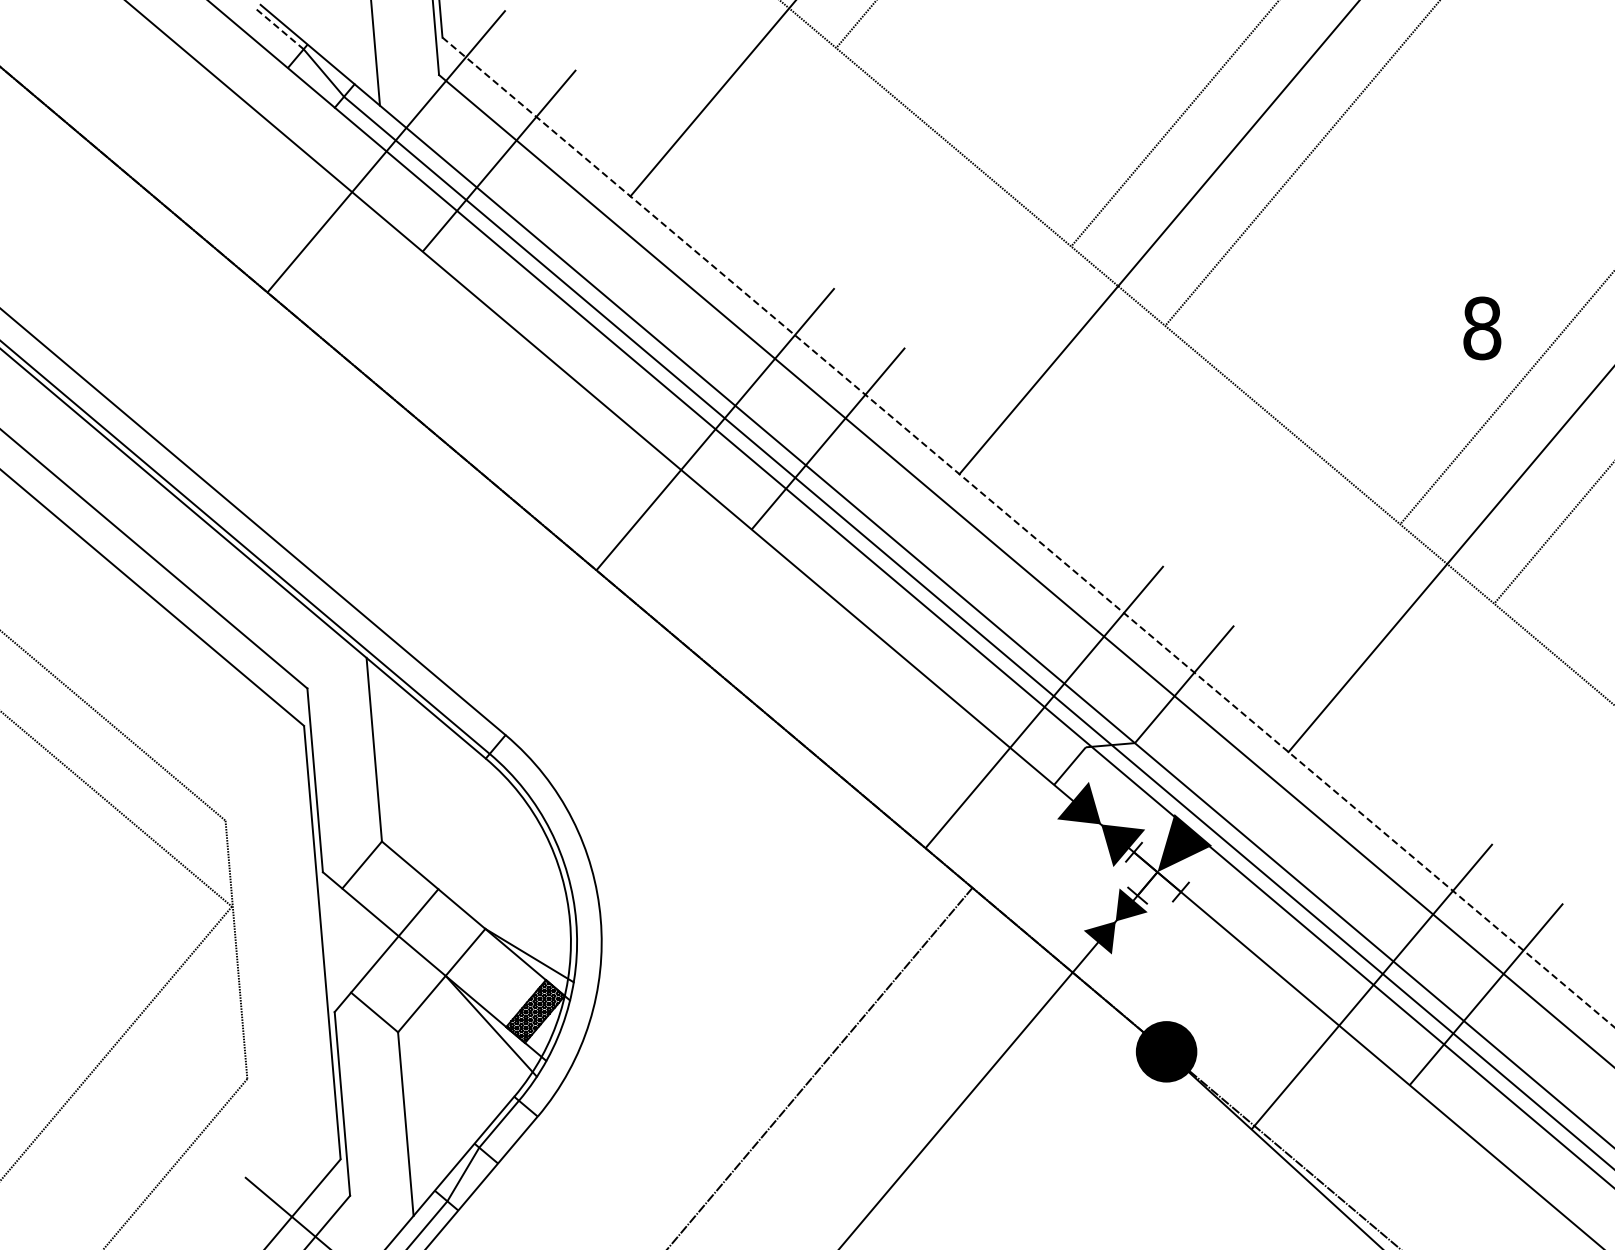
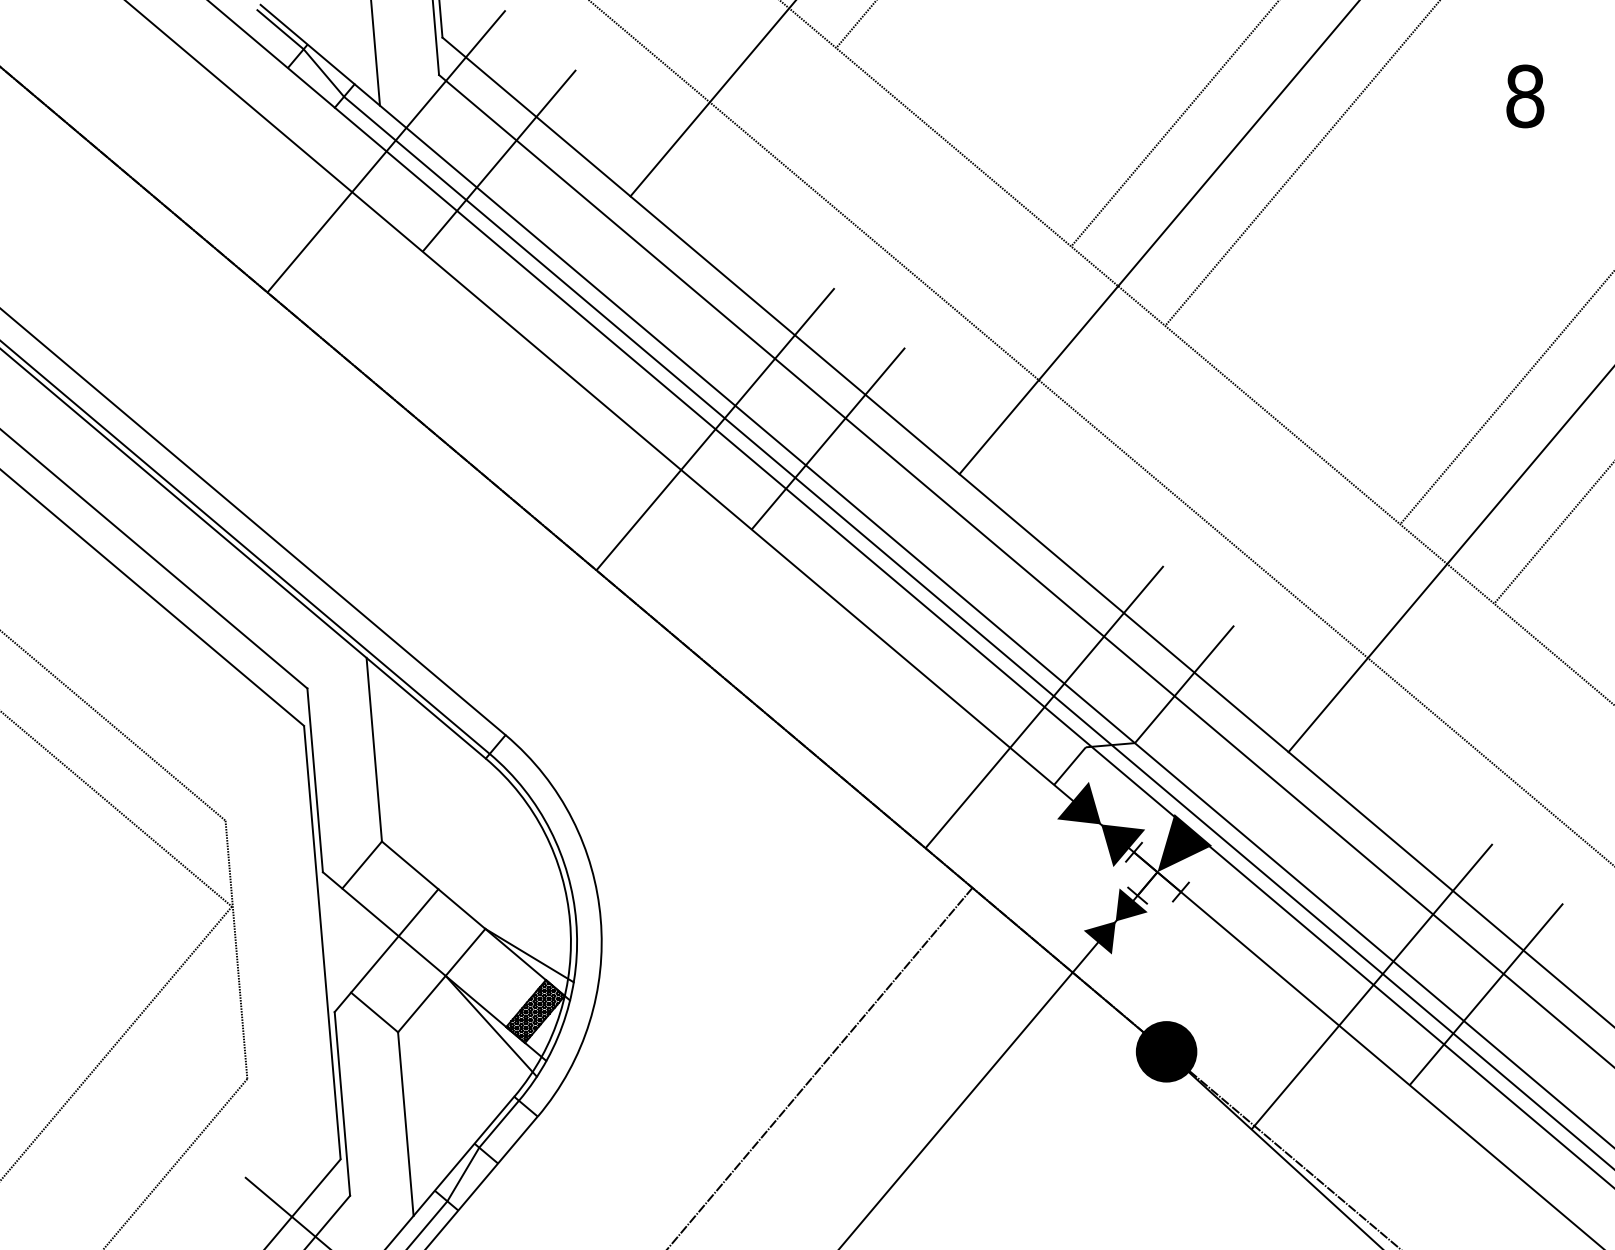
line at (280, 29): dashed -> solid
text at (1482, 328) position: (1482, 328) -> (1525, 96)
line at (1101, 433): none -> present
line at (1028, 532): dashed -> solid
